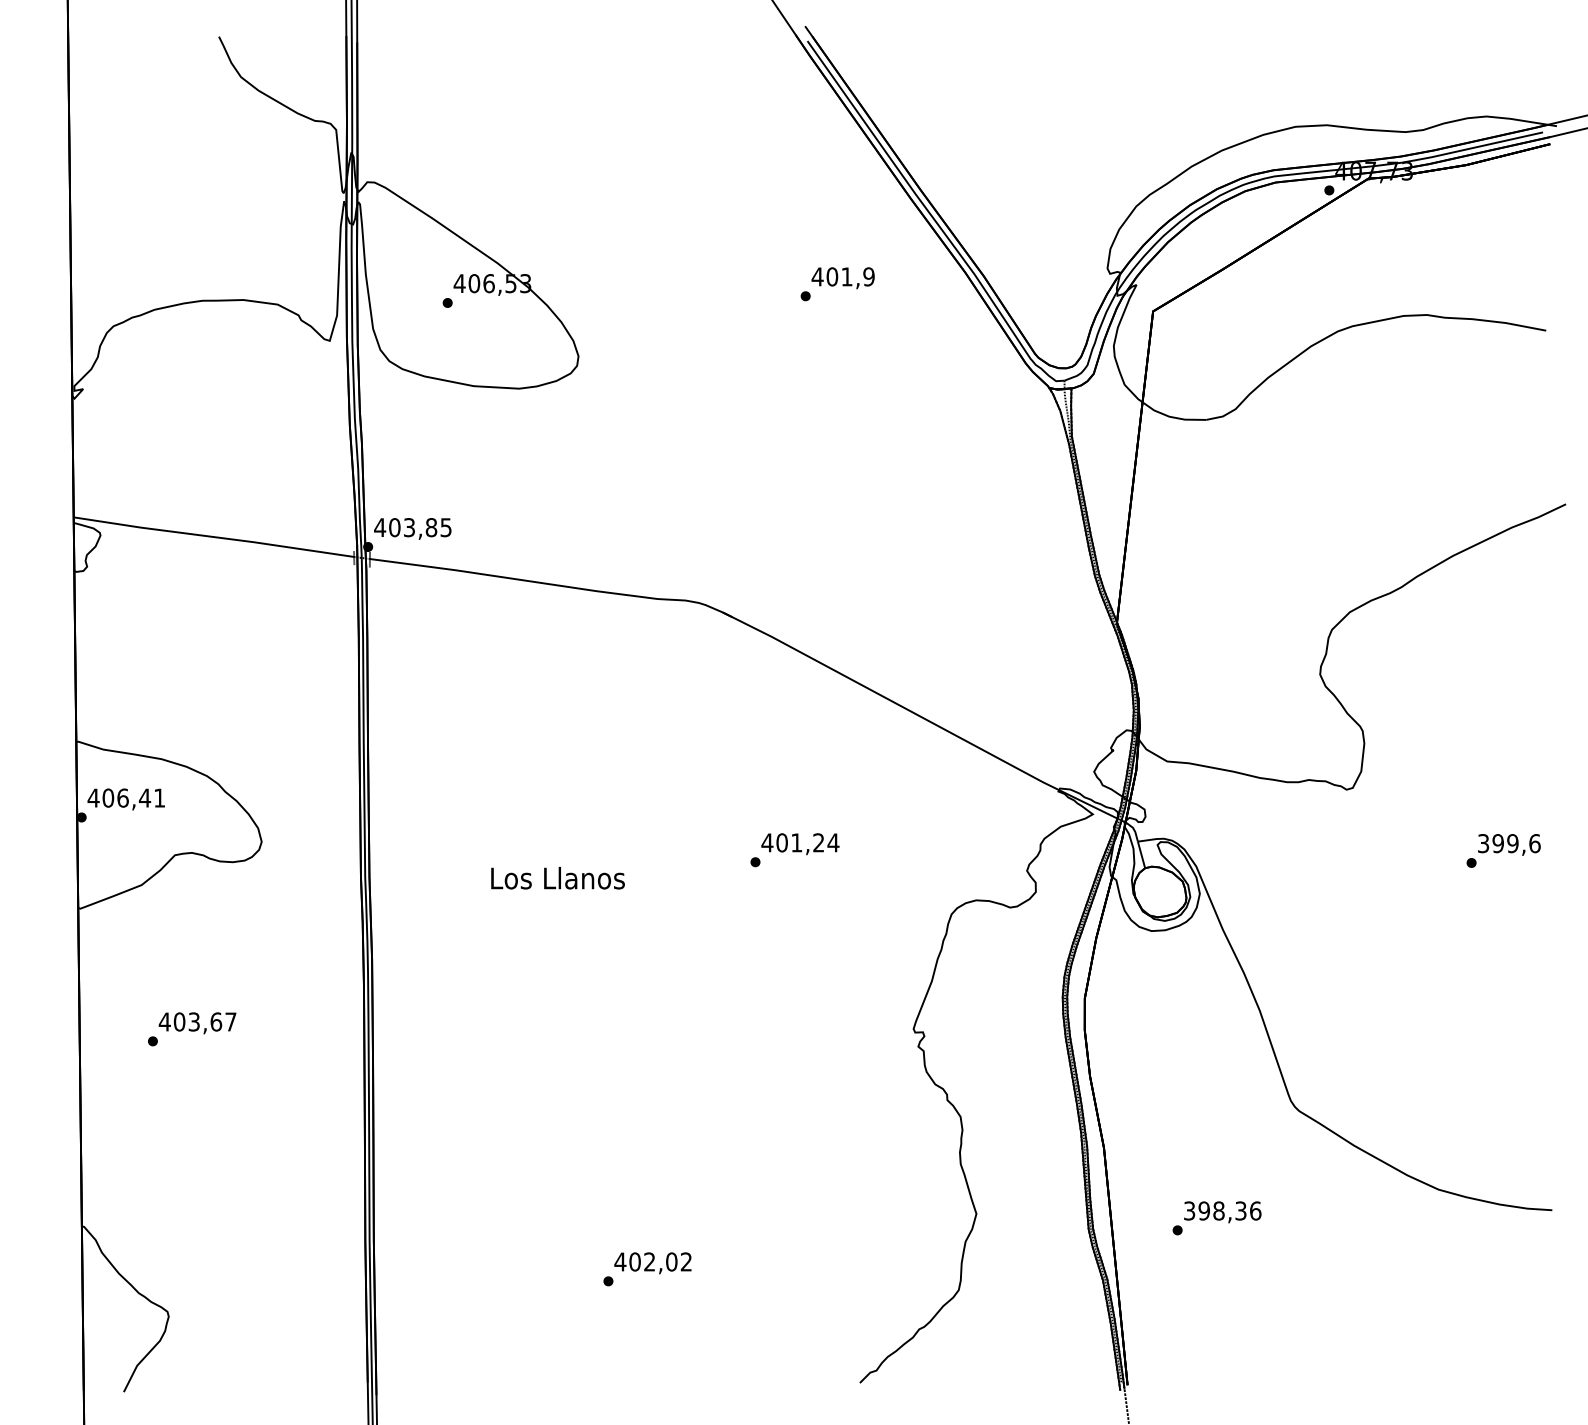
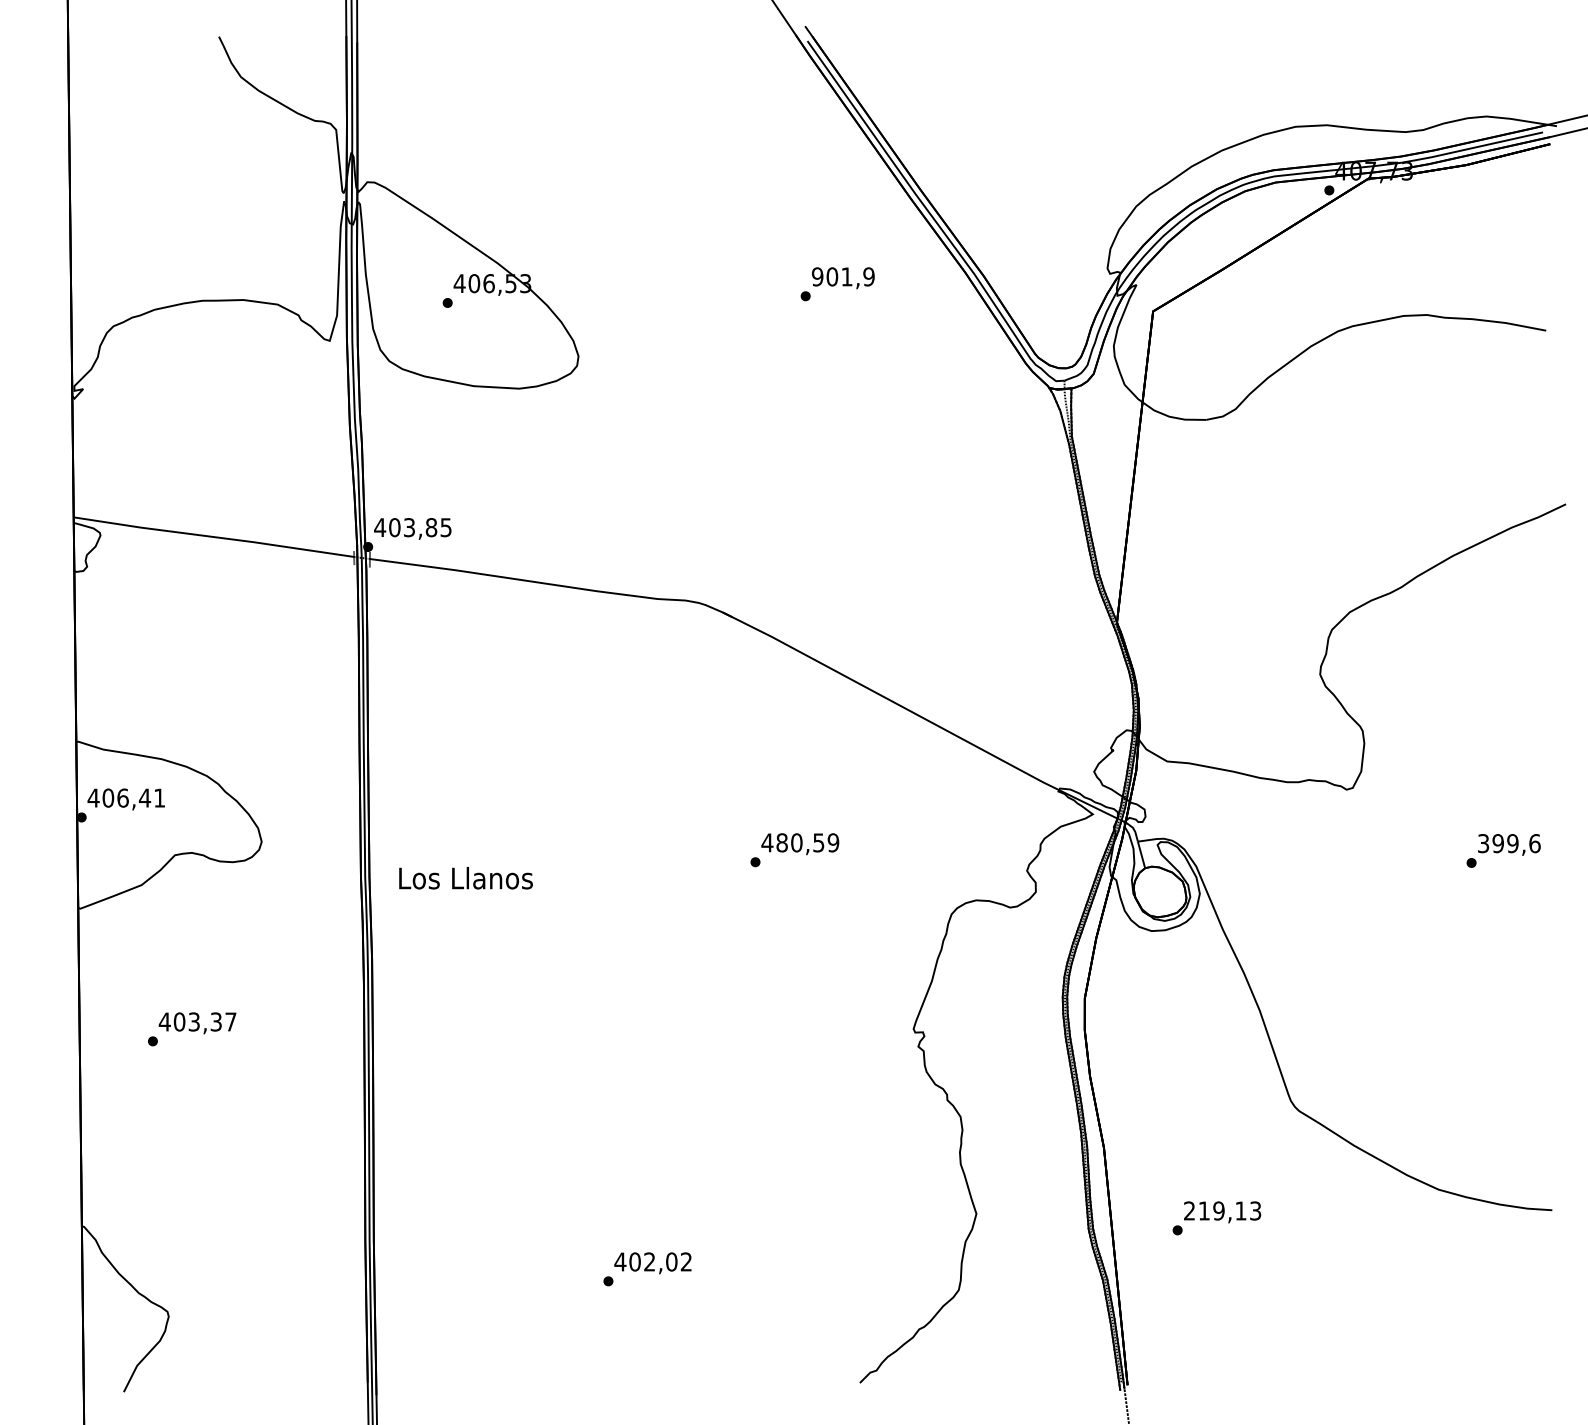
text at (817, 276): 401,9 -> 901,9
text at (807, 842): 401,24 -> 480,59
text at (557, 878) position: (557, 878) -> (465, 878)
text at (216, 1021): 403,67 -> 403,37
text at (1222, 1210): 398,36 -> 219,13
